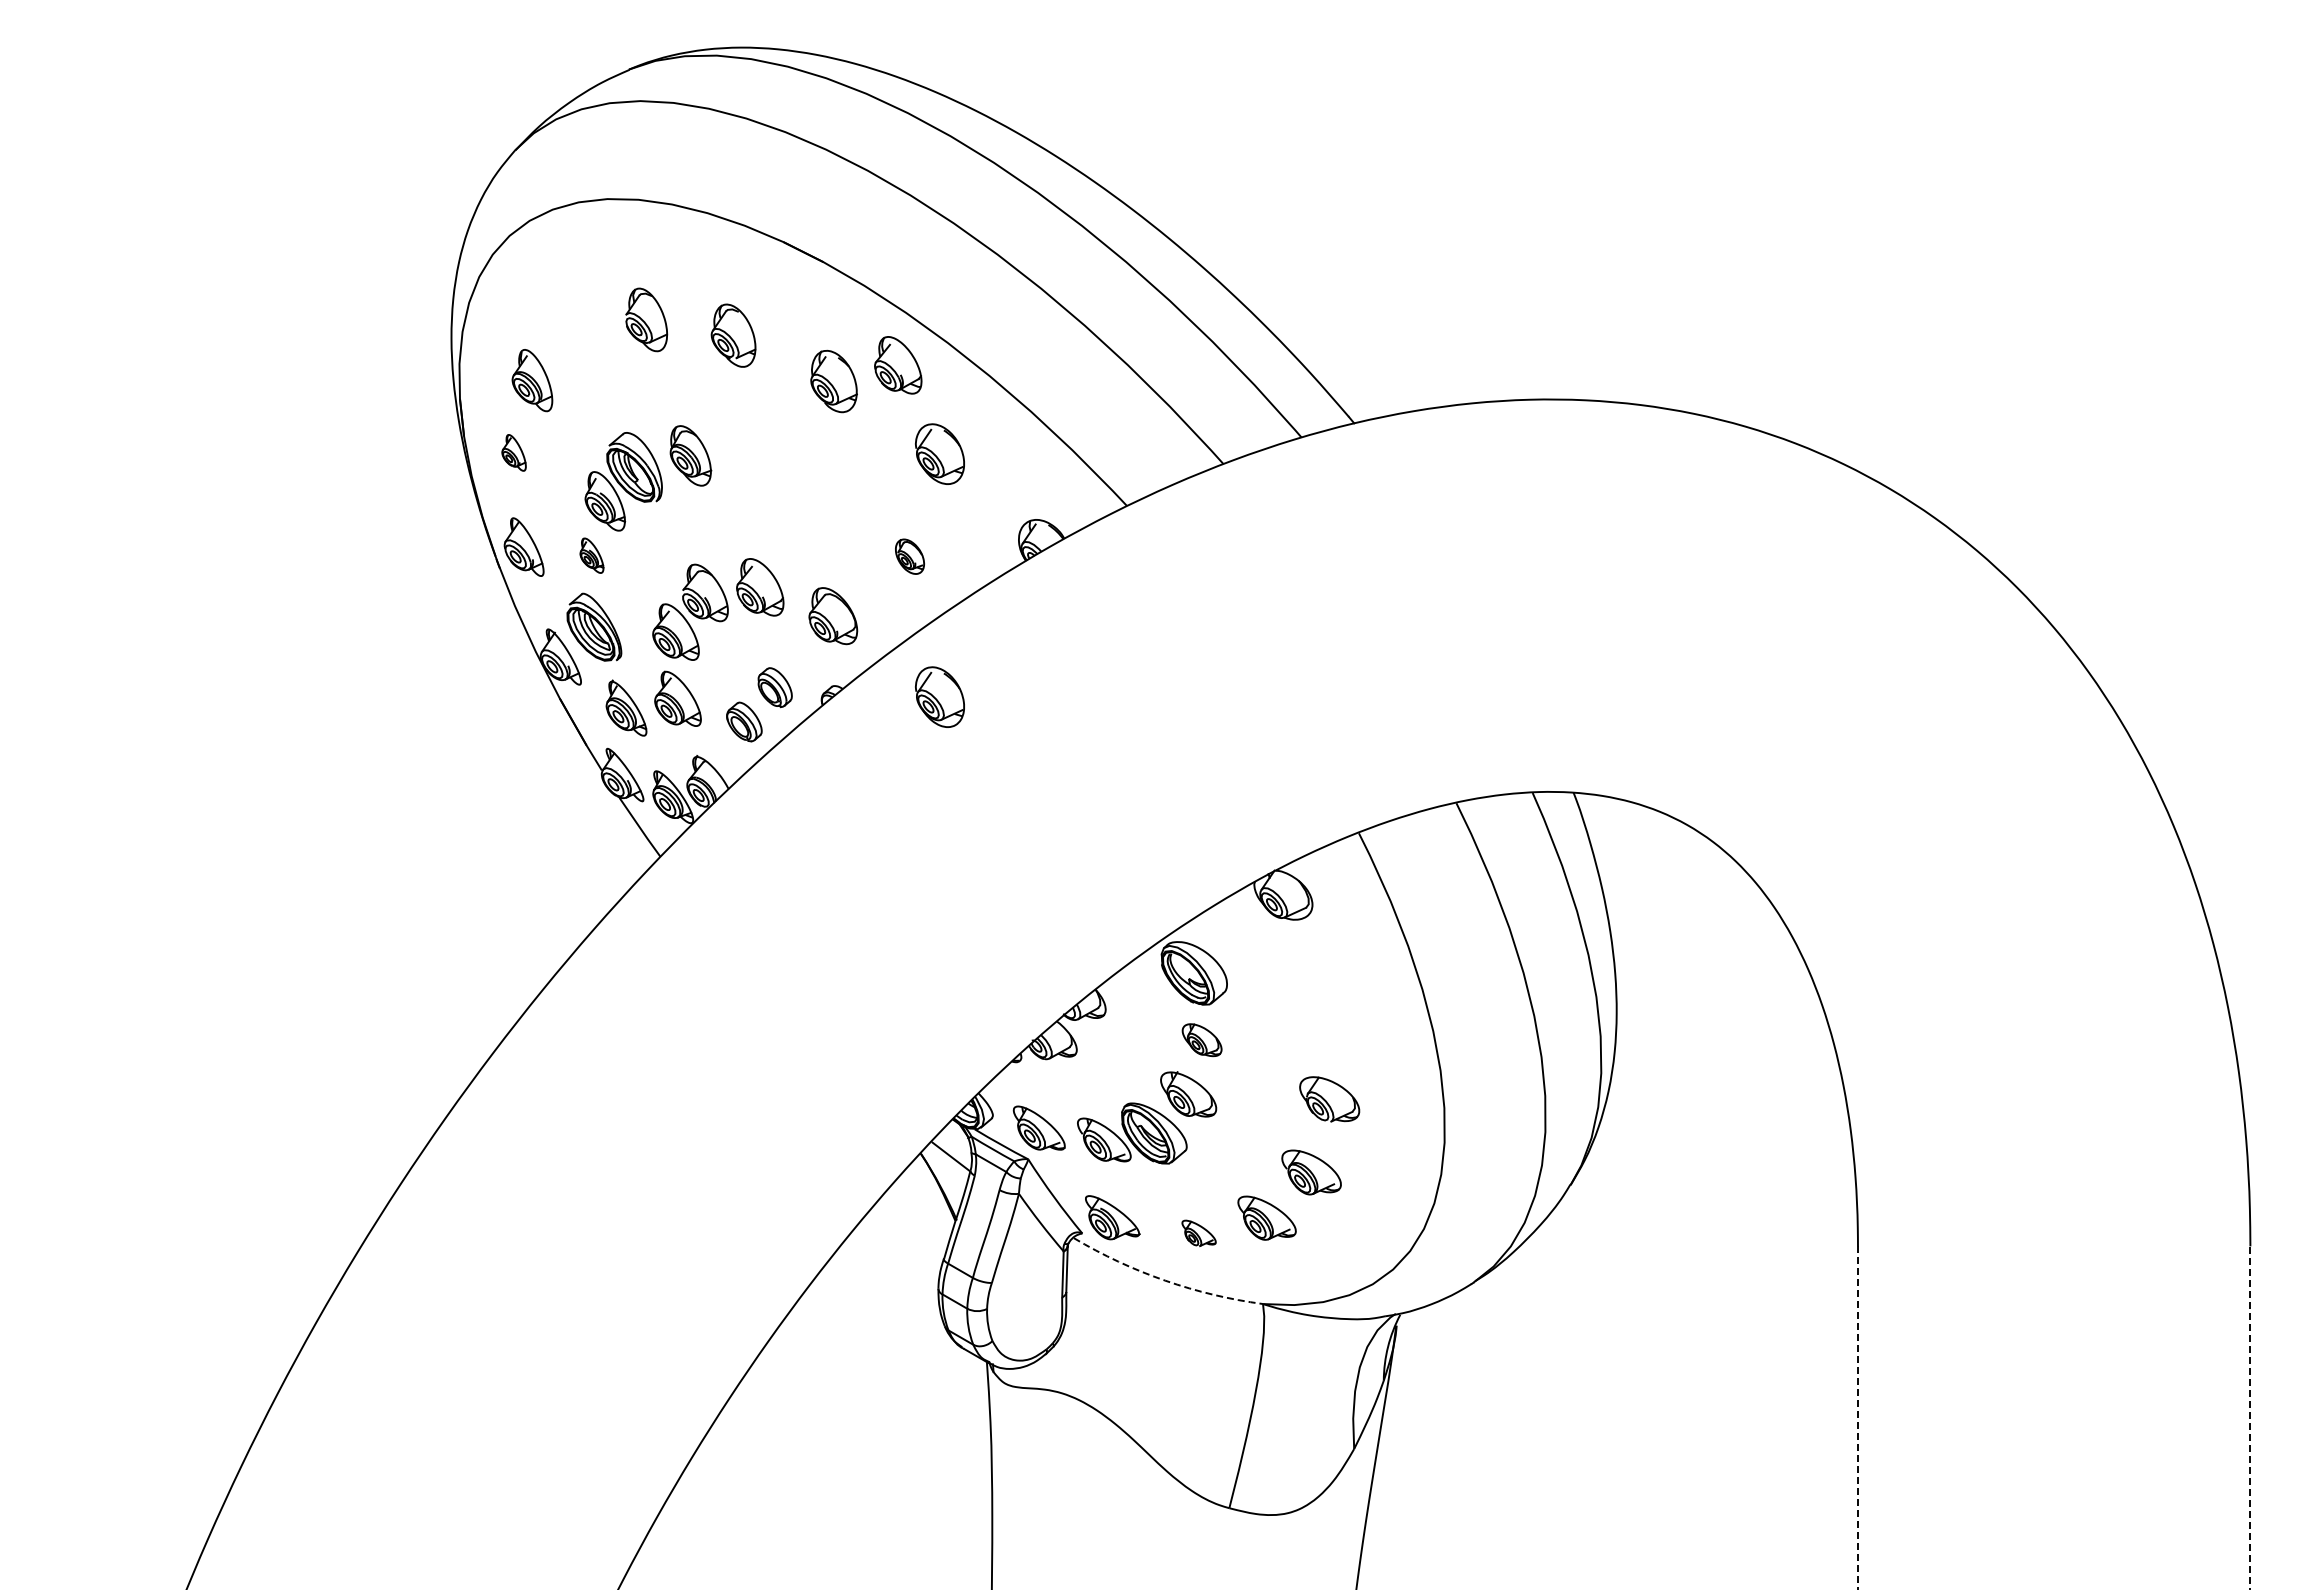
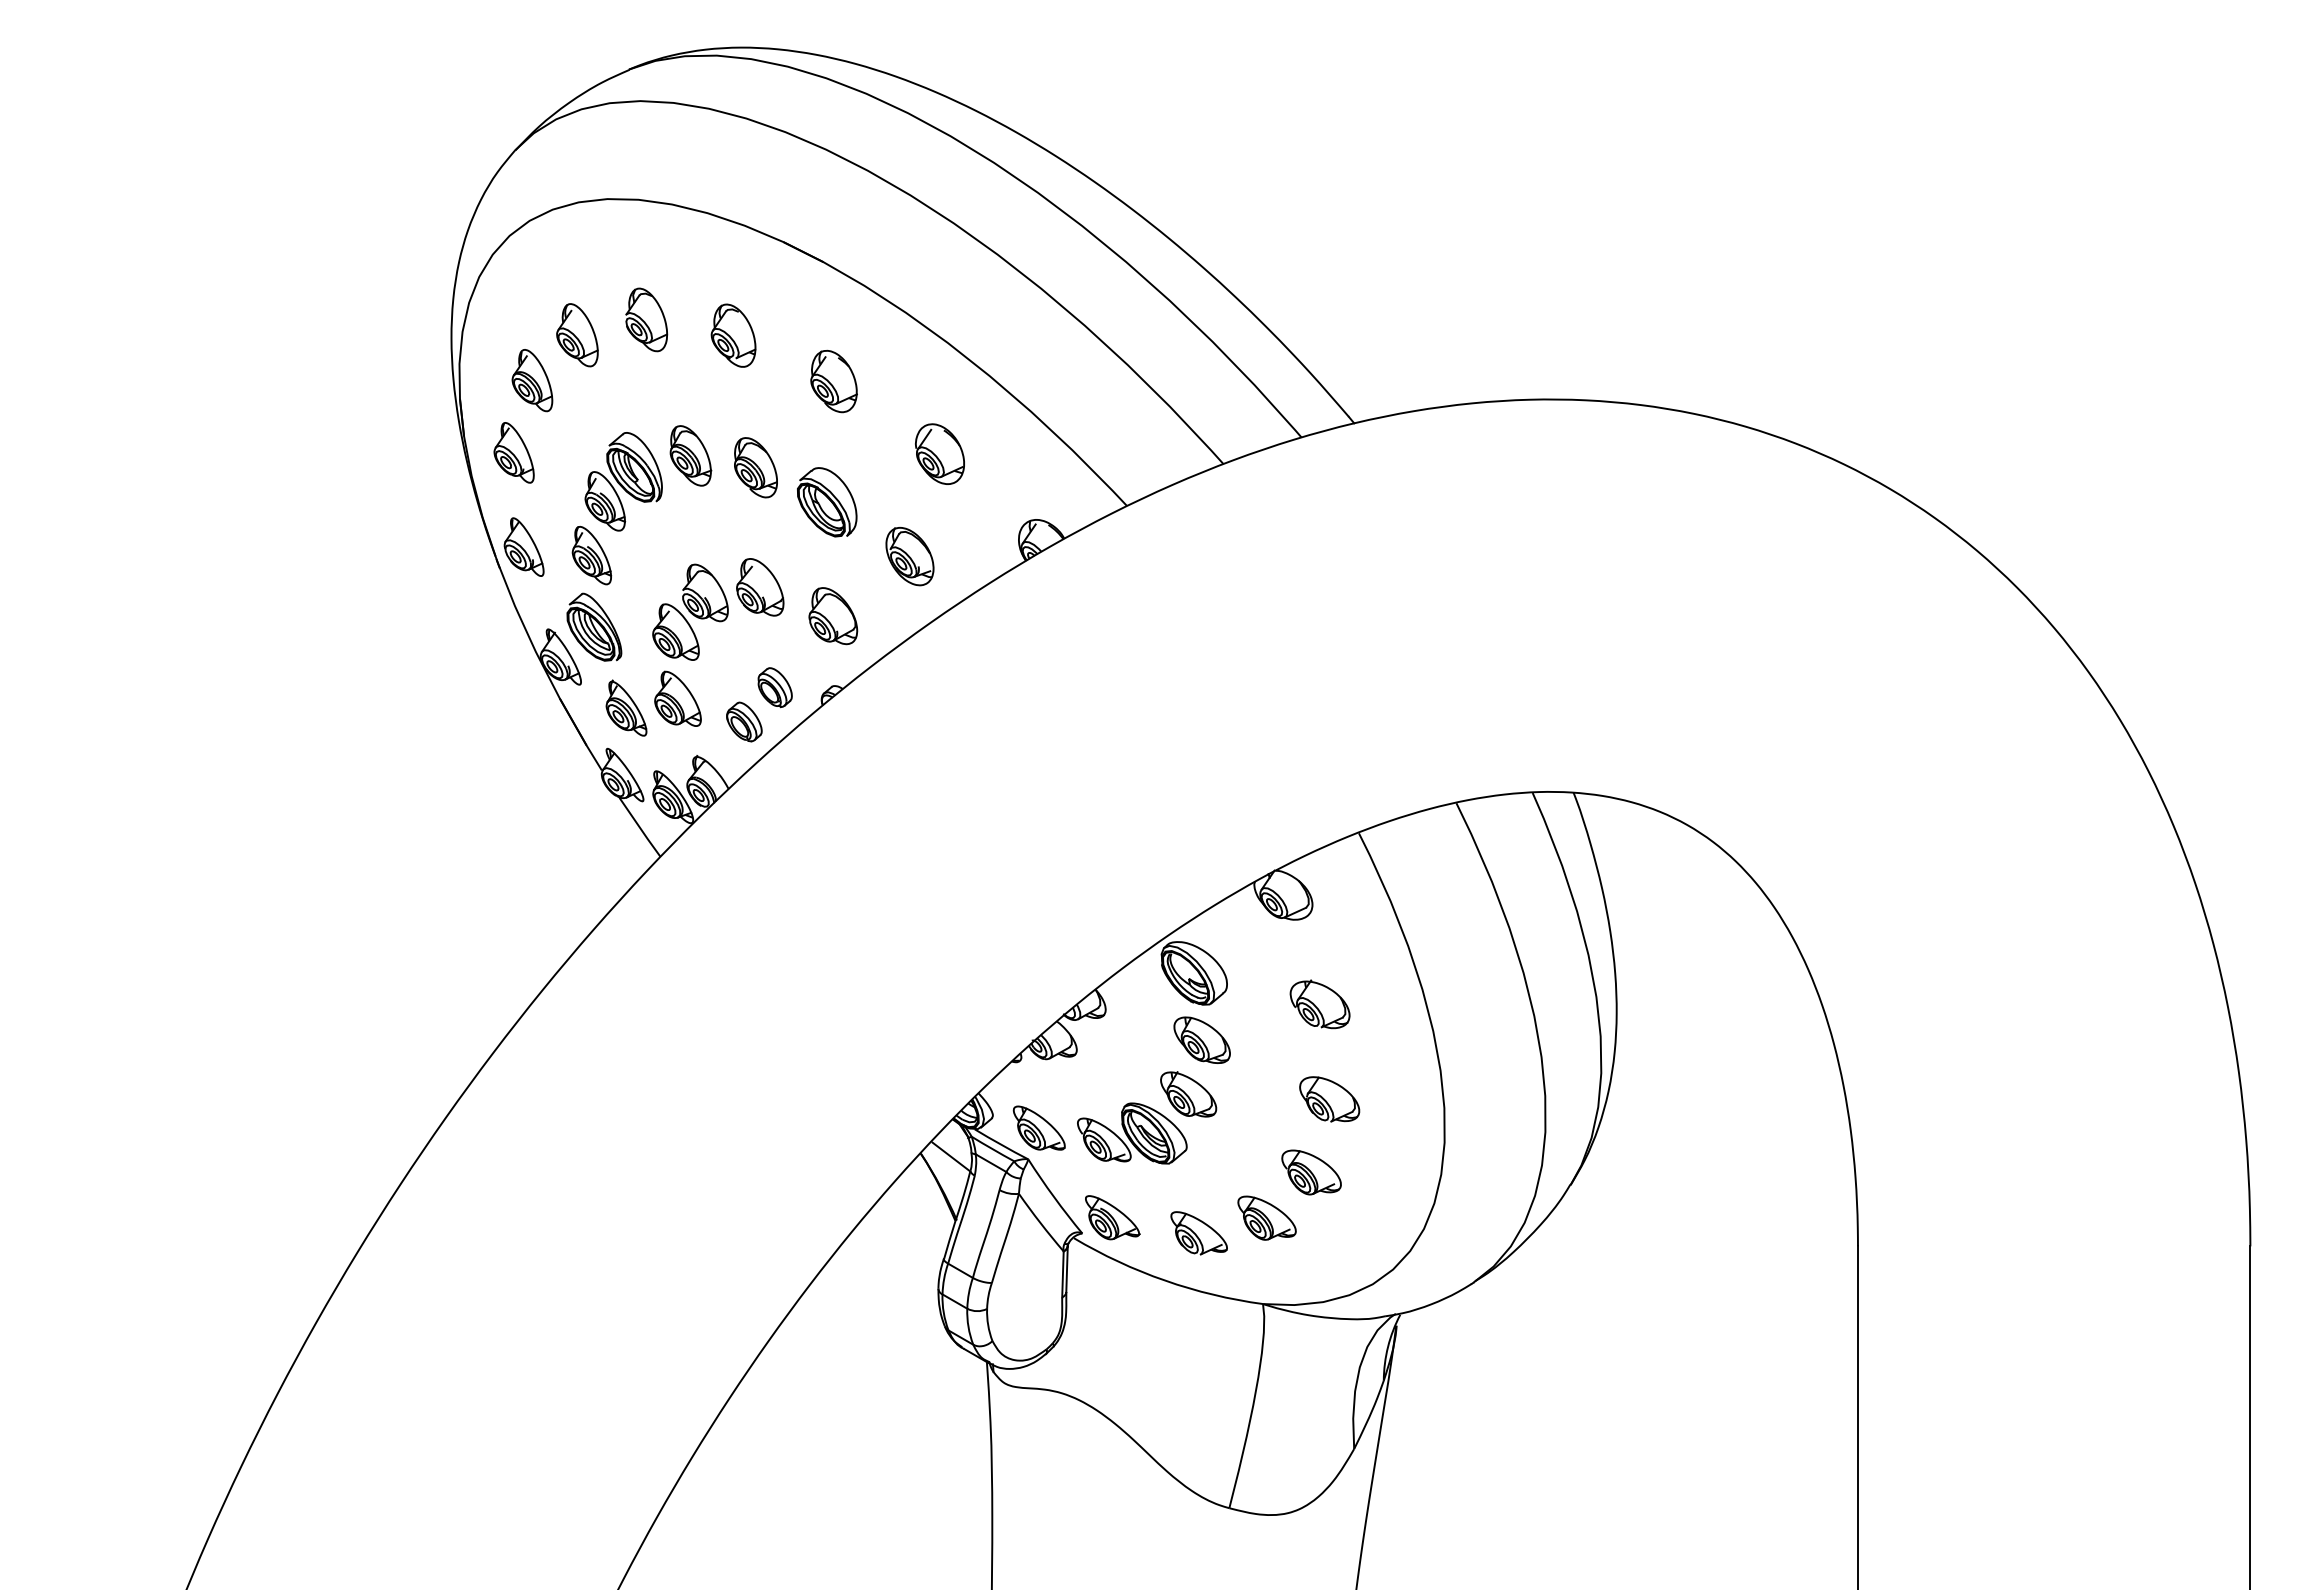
part at (577, 335): none -> present
part at (898, 365): present -> none
part at (513, 452) size: 26x38 px -> 42x62 px
part at (755, 467): none -> present
part at (827, 502): none -> present
part at (591, 555) size: 26x37 px -> 42x60 px
part at (909, 556) size: 30x37 px -> 50x60 px
part at (939, 696): present -> none
part at (1319, 1004): none -> present
part at (1201, 1040) size: 42x35 px -> 58x48 px
part at (1198, 1233) size: 36x29 px -> 58x45 px
arc at (1165, 1280): dashed -> solid
line at (2250, 1417): dashed -> solid
line at (1857, 1418): dashed -> solid
